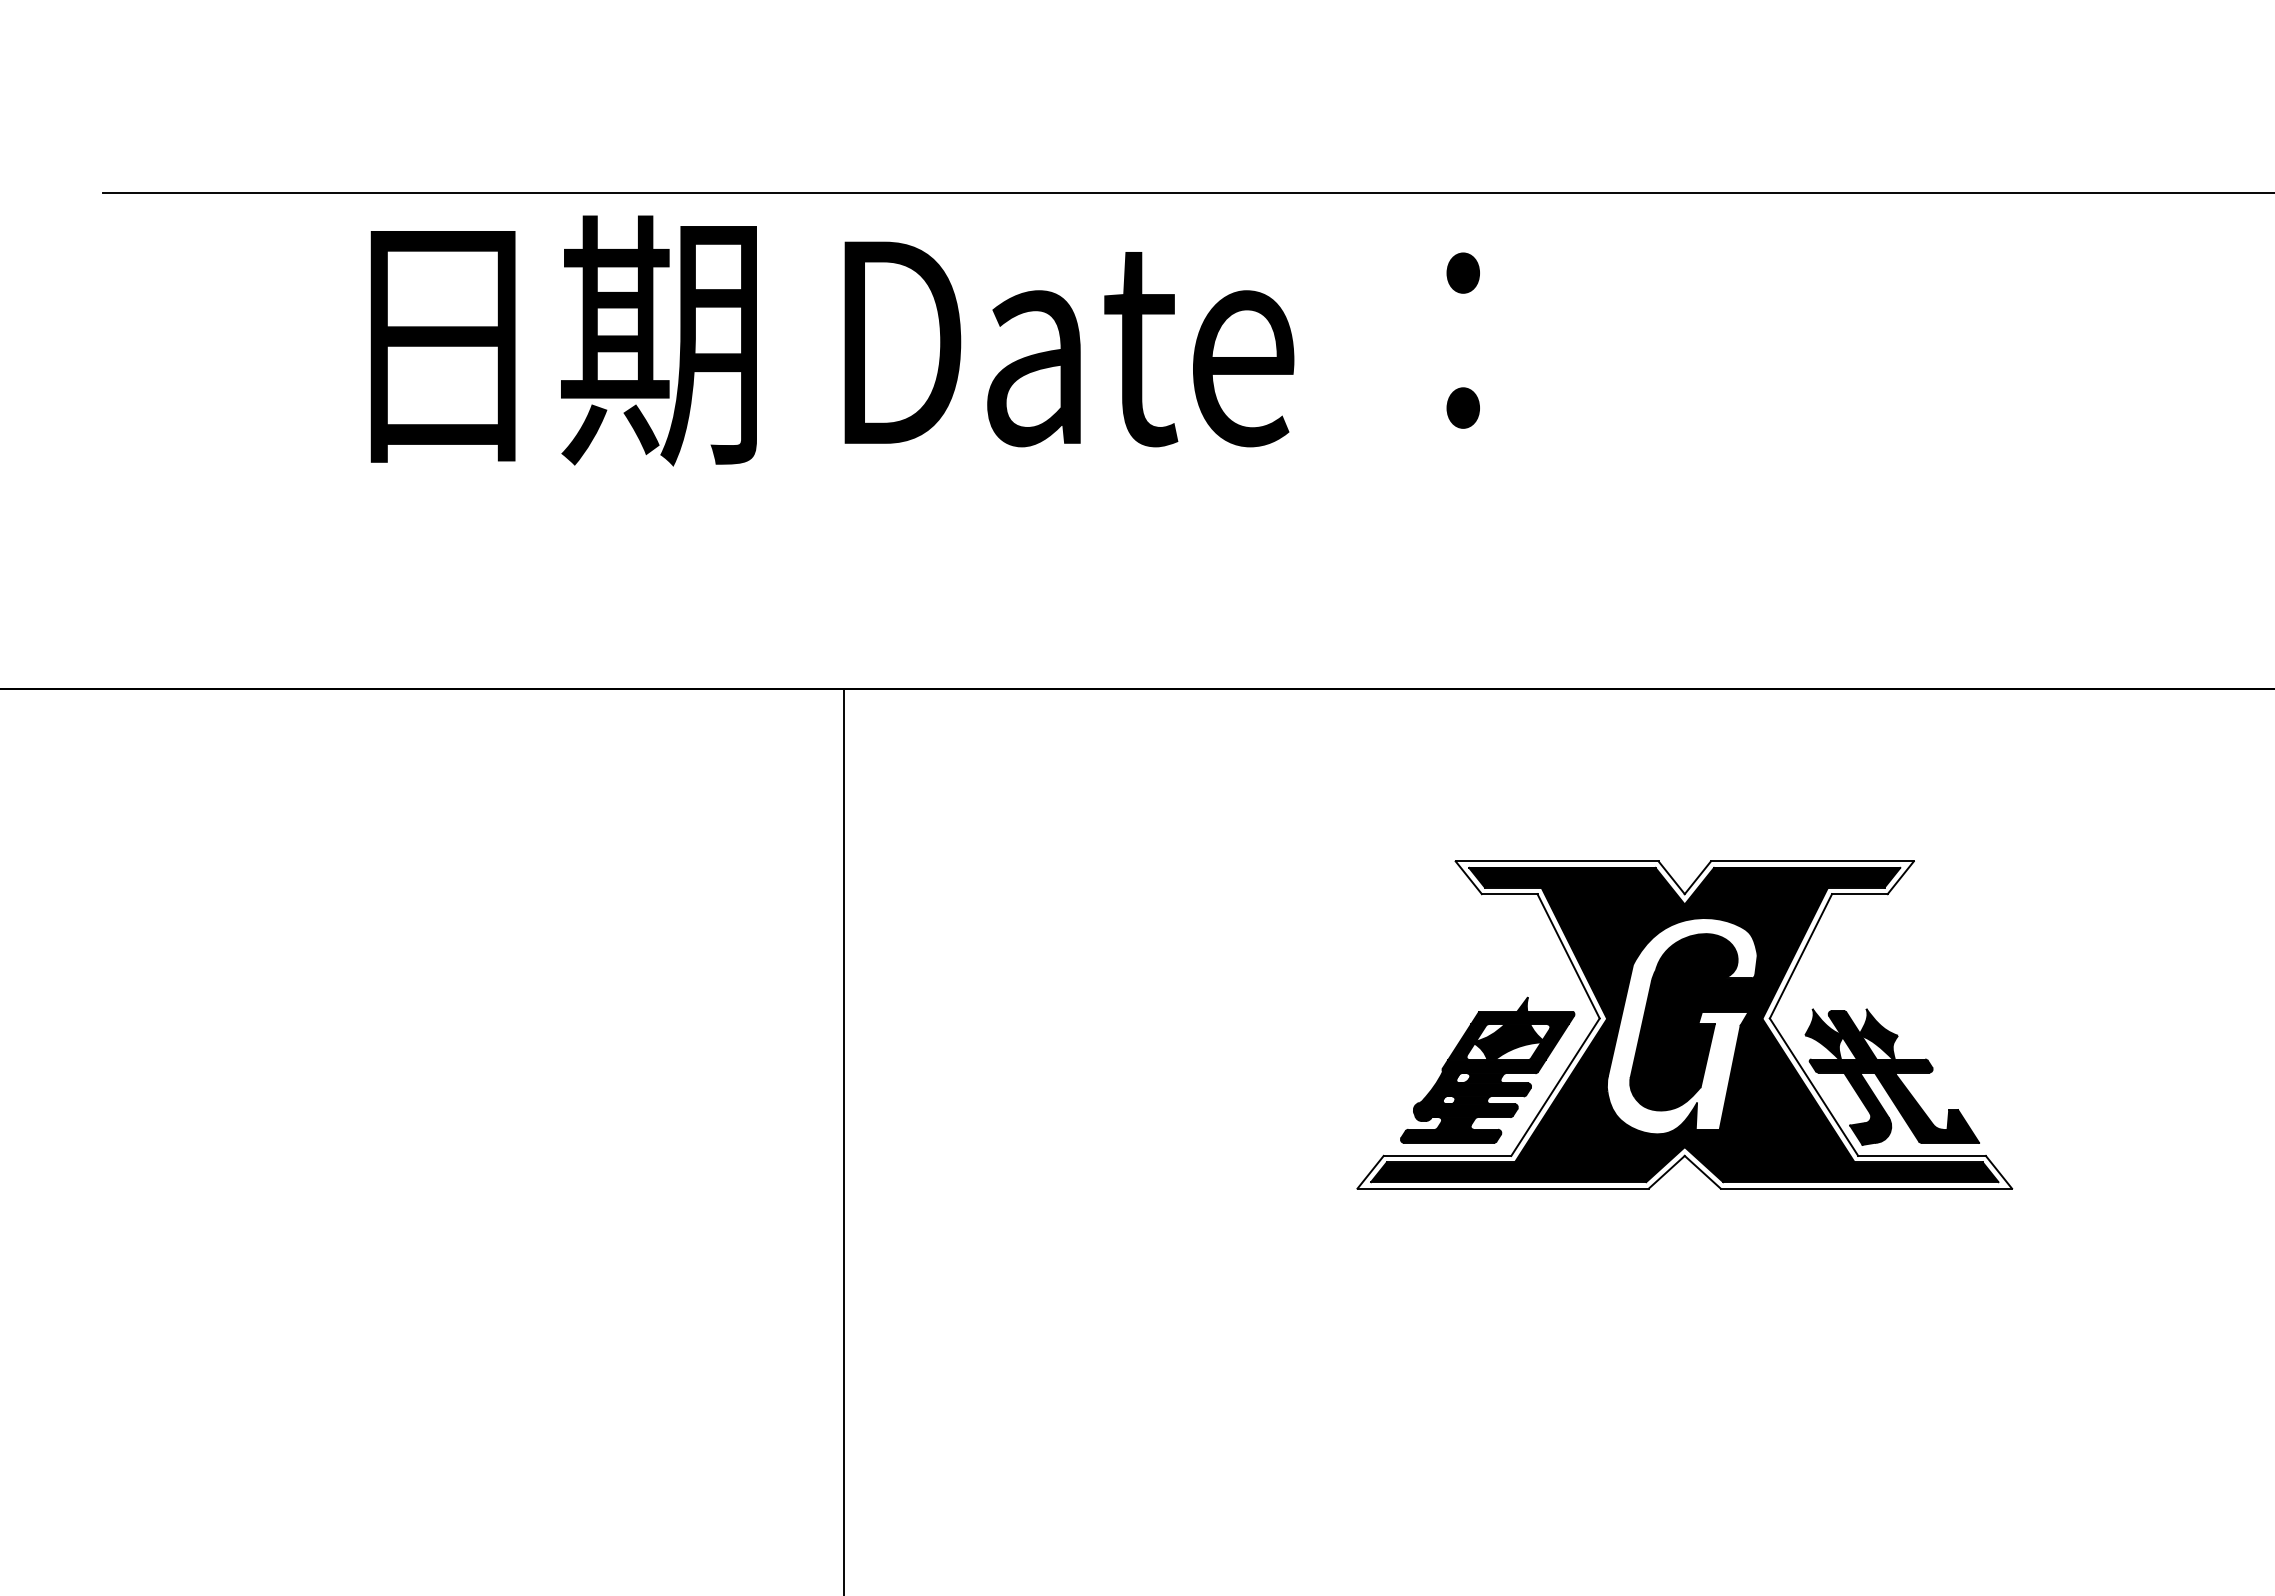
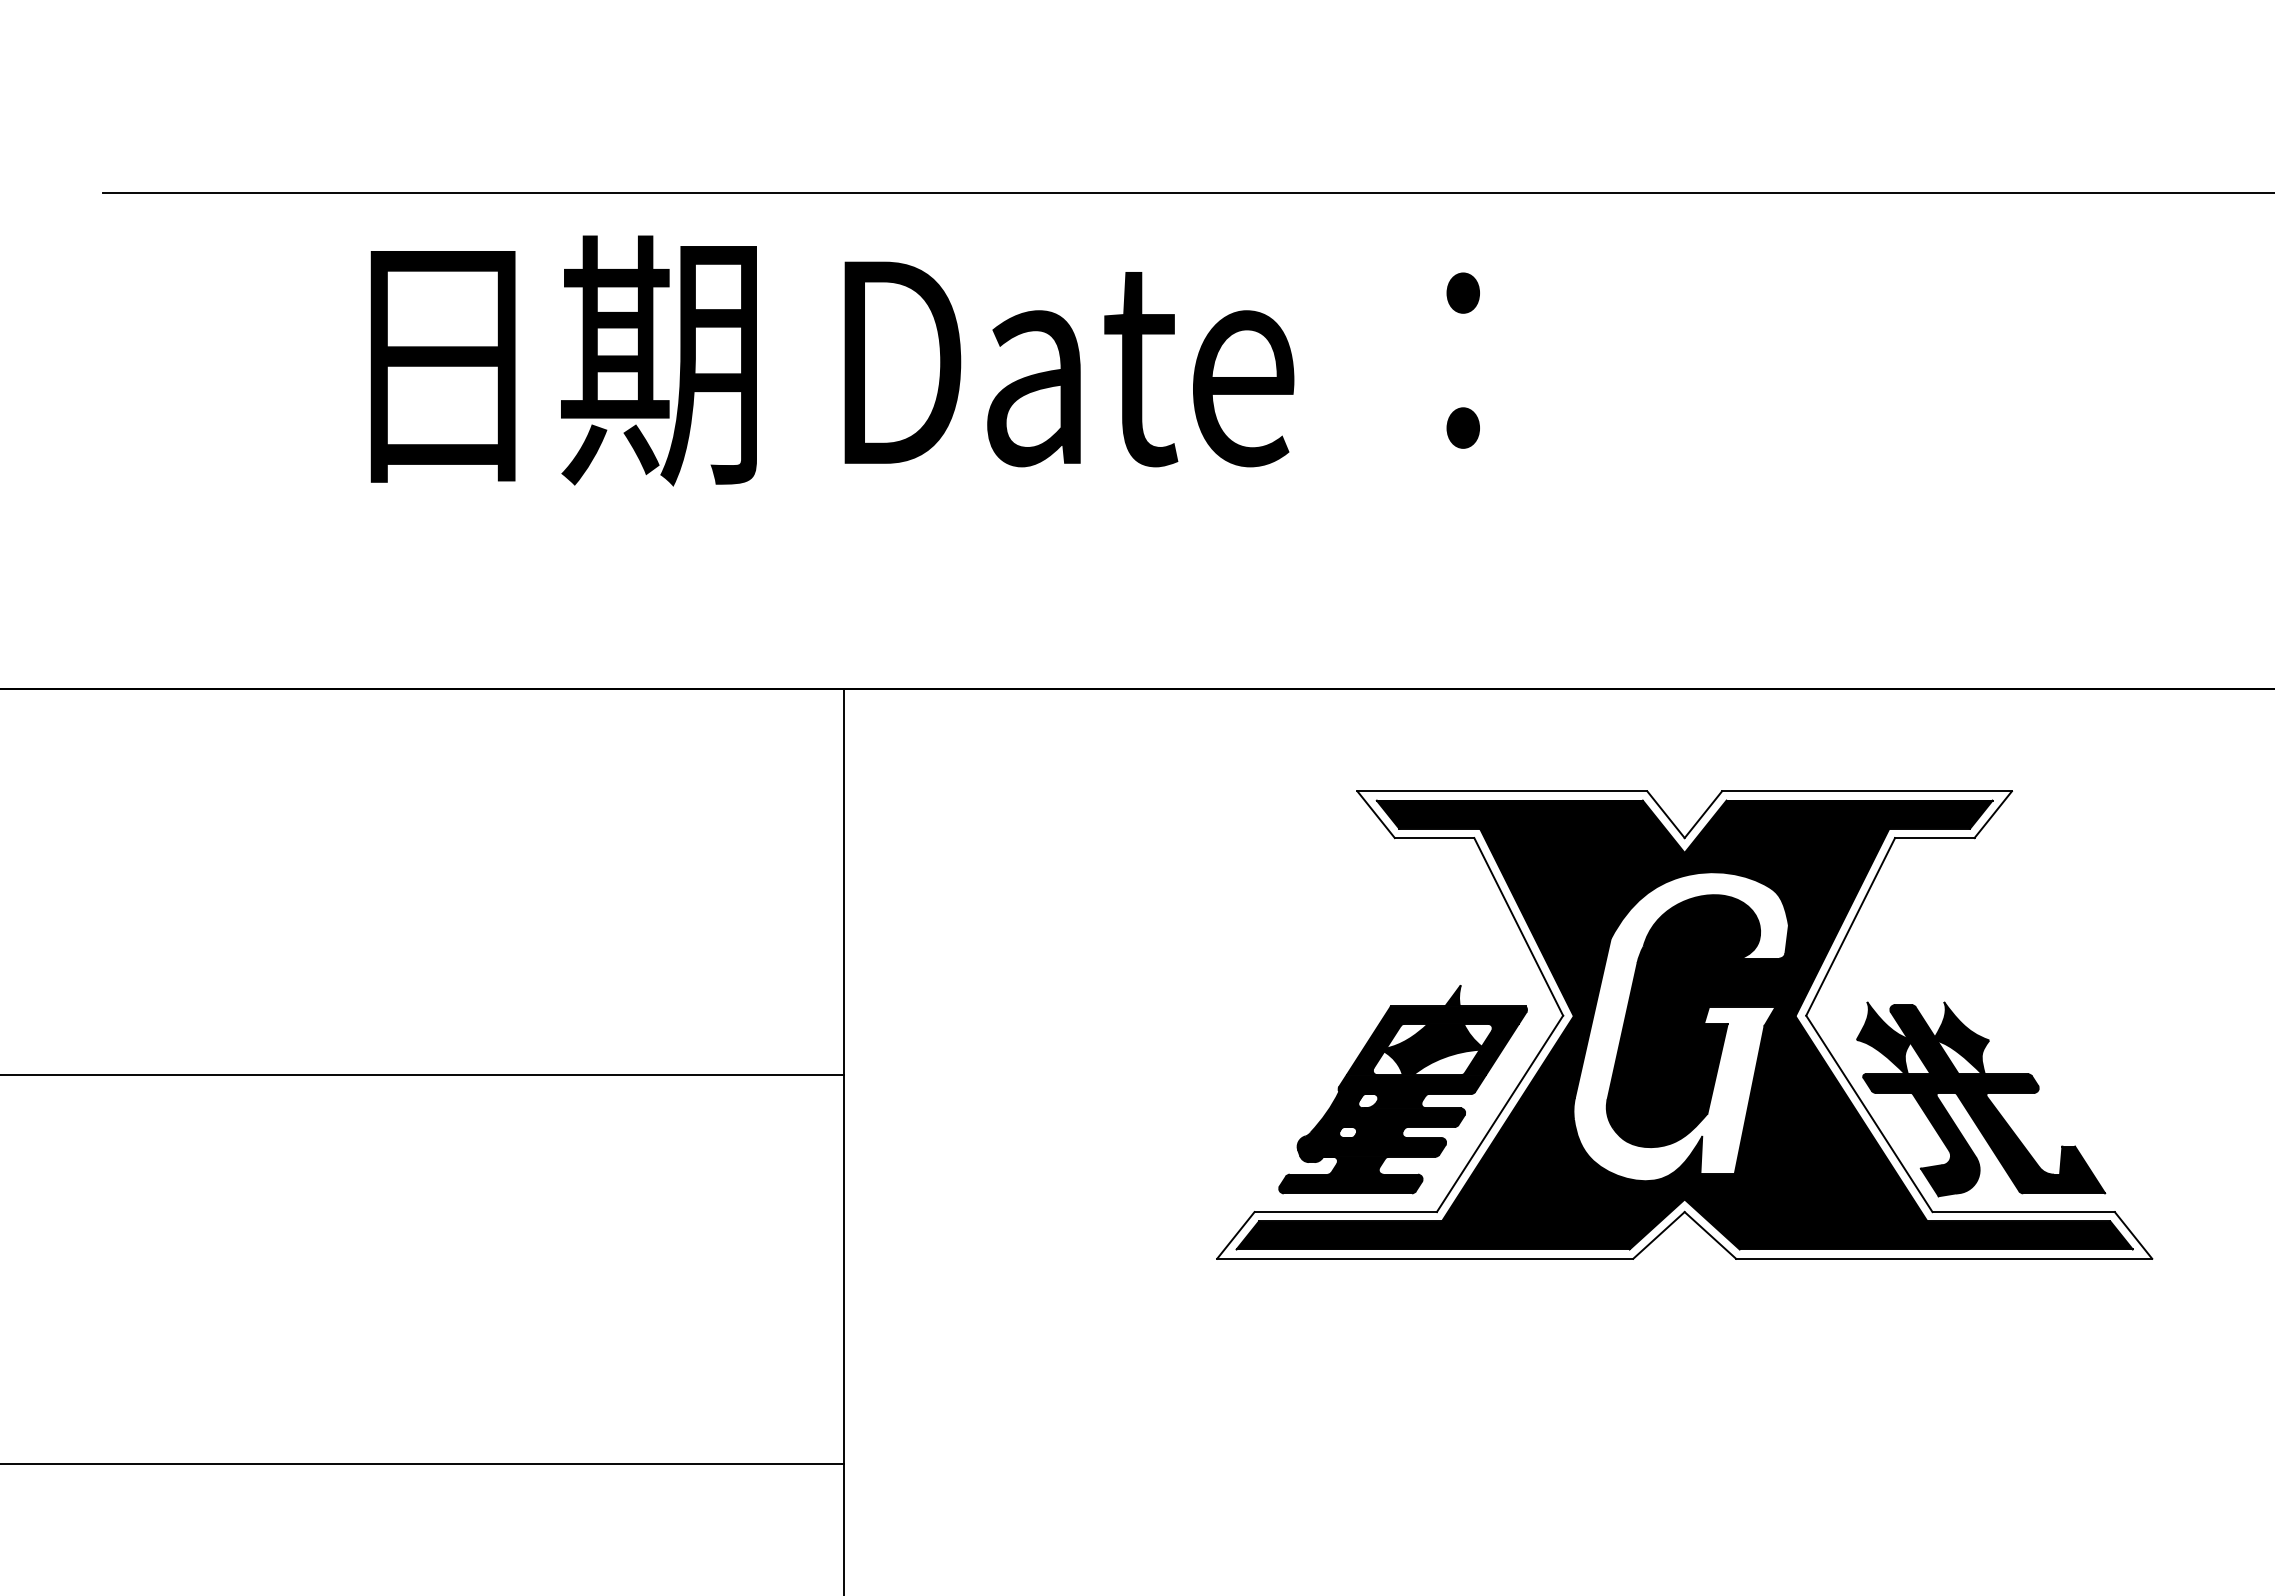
text at (924, 340) position: (924, 340) -> (924, 360)
part at (1684, 1024) size: 658x330 px -> 938x470 px
line at (422, 1074): none -> present
line at (422, 1463): none -> present
